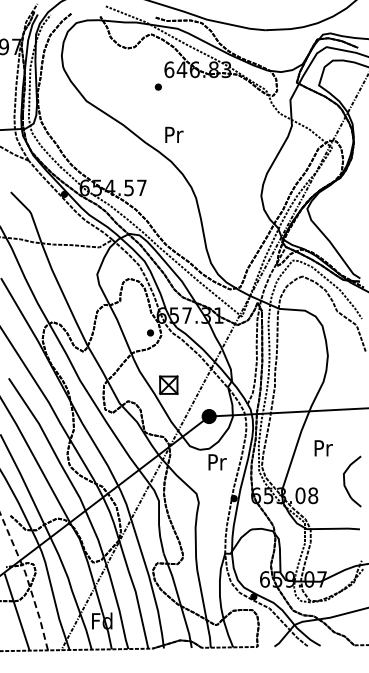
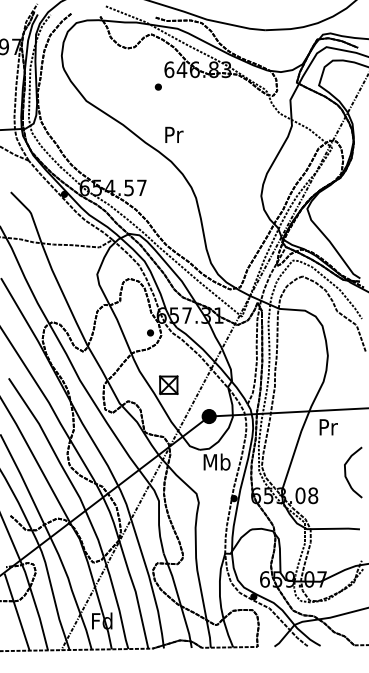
text at (323, 448) position: (323, 448) -> (328, 427)
text at (216, 461): Pr -> Mb
curve at (345, 481) position: (345, 481) -> (346, 472)
line at (27, 579): dashed -> solid
